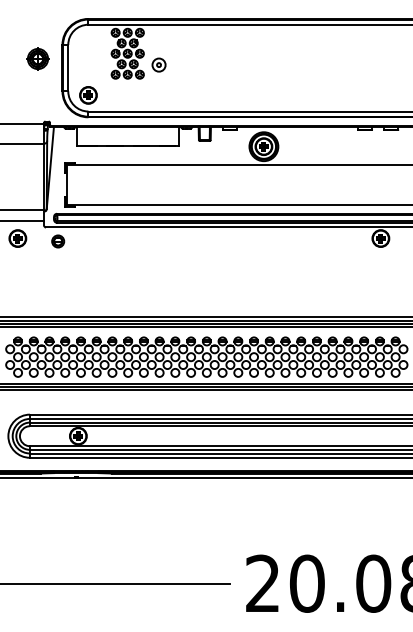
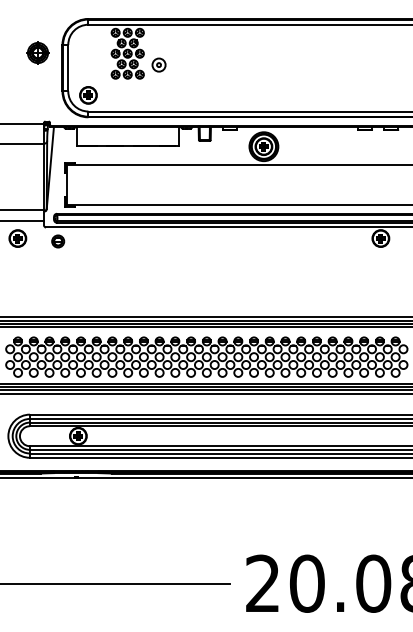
part at (37, 58) position: (37, 58) -> (37, 52)
line at (205, 394): none -> present
